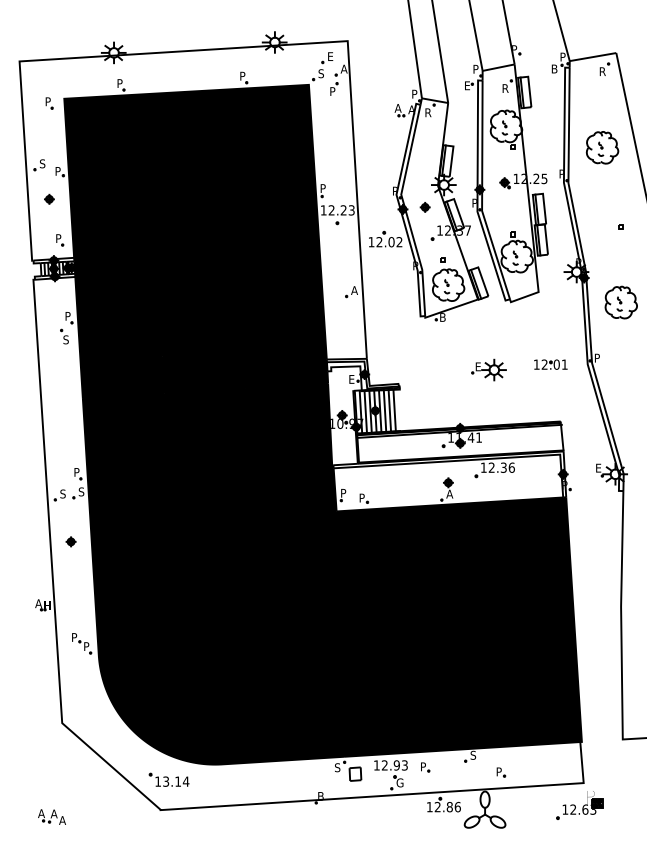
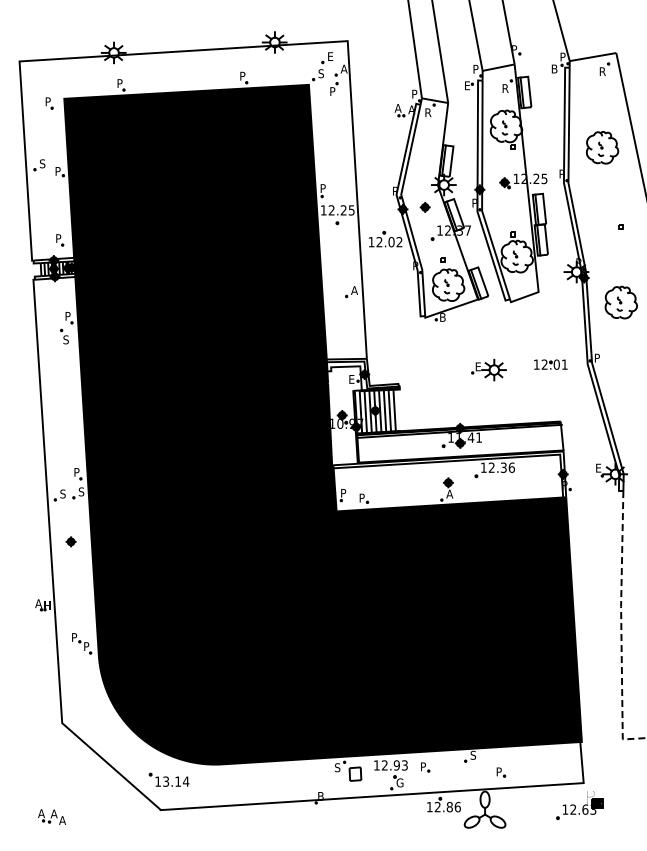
part at (49, 198): present -> none
text at (351, 209): 12.23 -> 12.25
line at (621, 627): solid -> dashed
